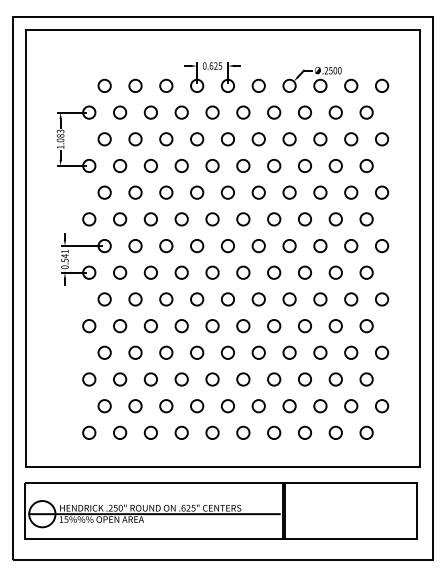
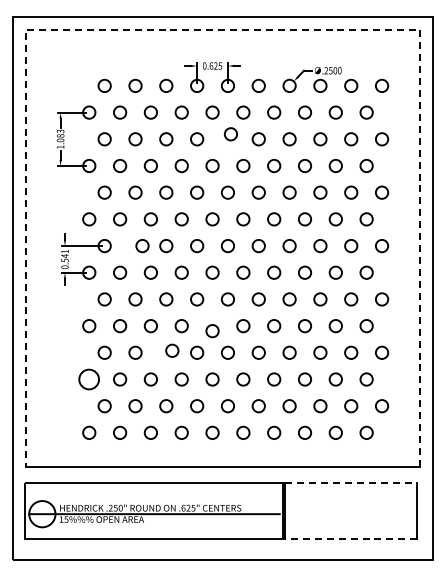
line at (222, 29): solid -> dashed
circle at (227, 139) position: (227, 139) -> (230, 134)
circle at (135, 246) position: (135, 246) -> (142, 246)
circle at (212, 326) position: (212, 326) -> (212, 331)
circle at (166, 352) position: (166, 352) -> (172, 350)
circle at (89, 379) size: 15x15 px -> 22x23 px
line at (351, 482): solid -> dashed
line at (351, 539): solid -> dashed
